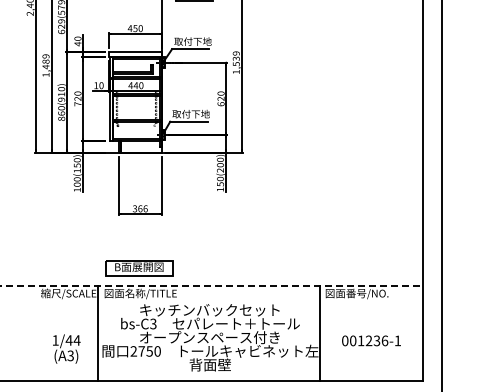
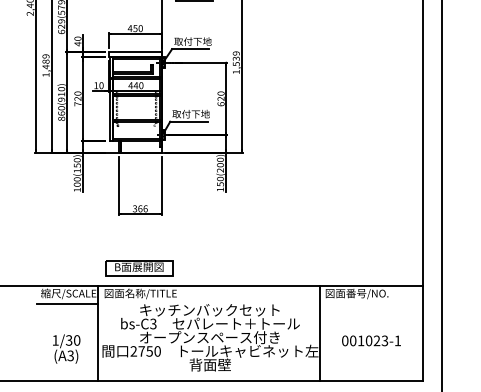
line at (212, 285): dashed -> solid
line at (67, 303): none -> present
text at (72, 340): 1/44 -> 1/30
text at (376, 340): 001236-1 -> 001023-1
